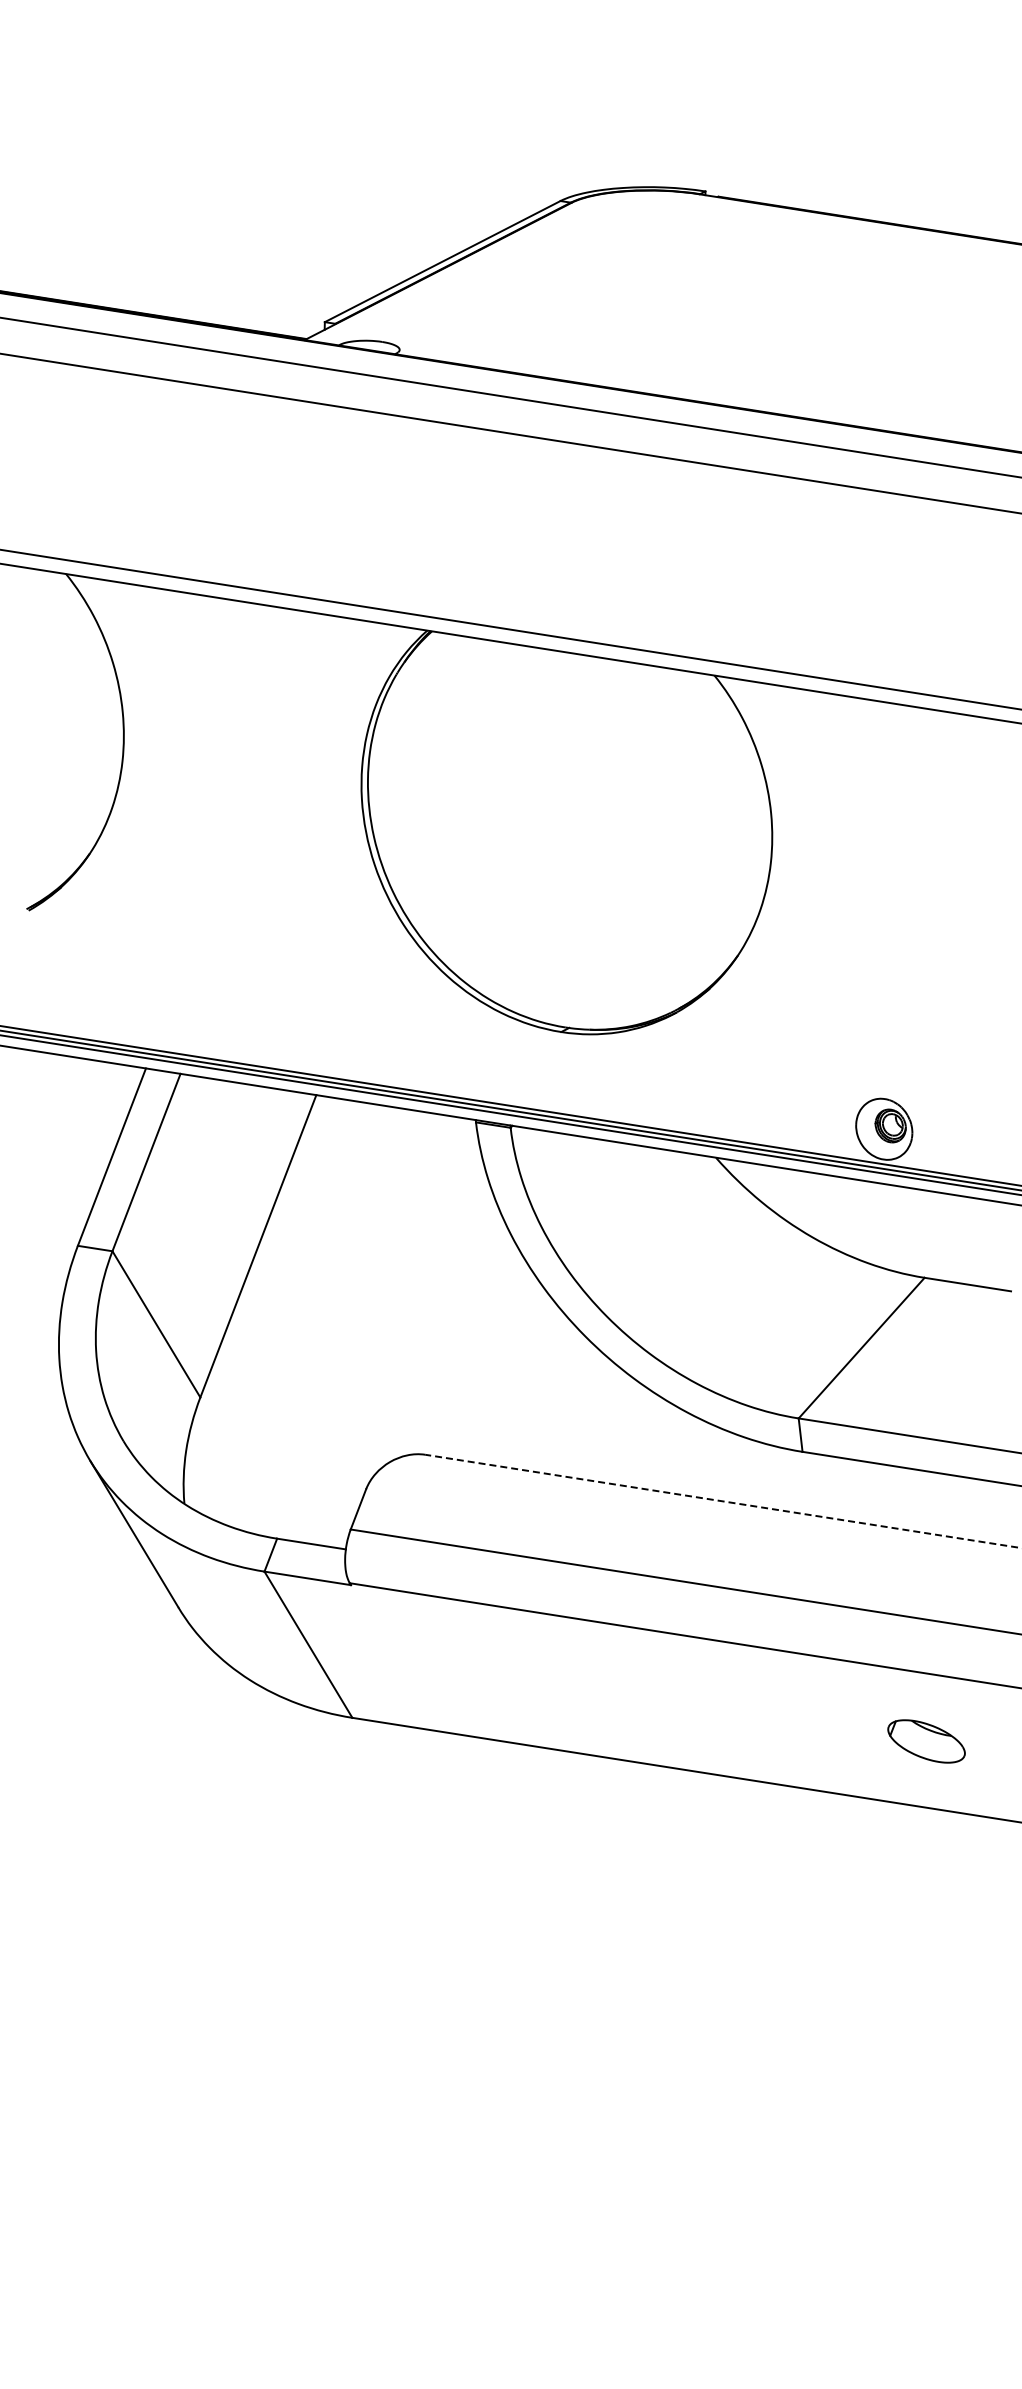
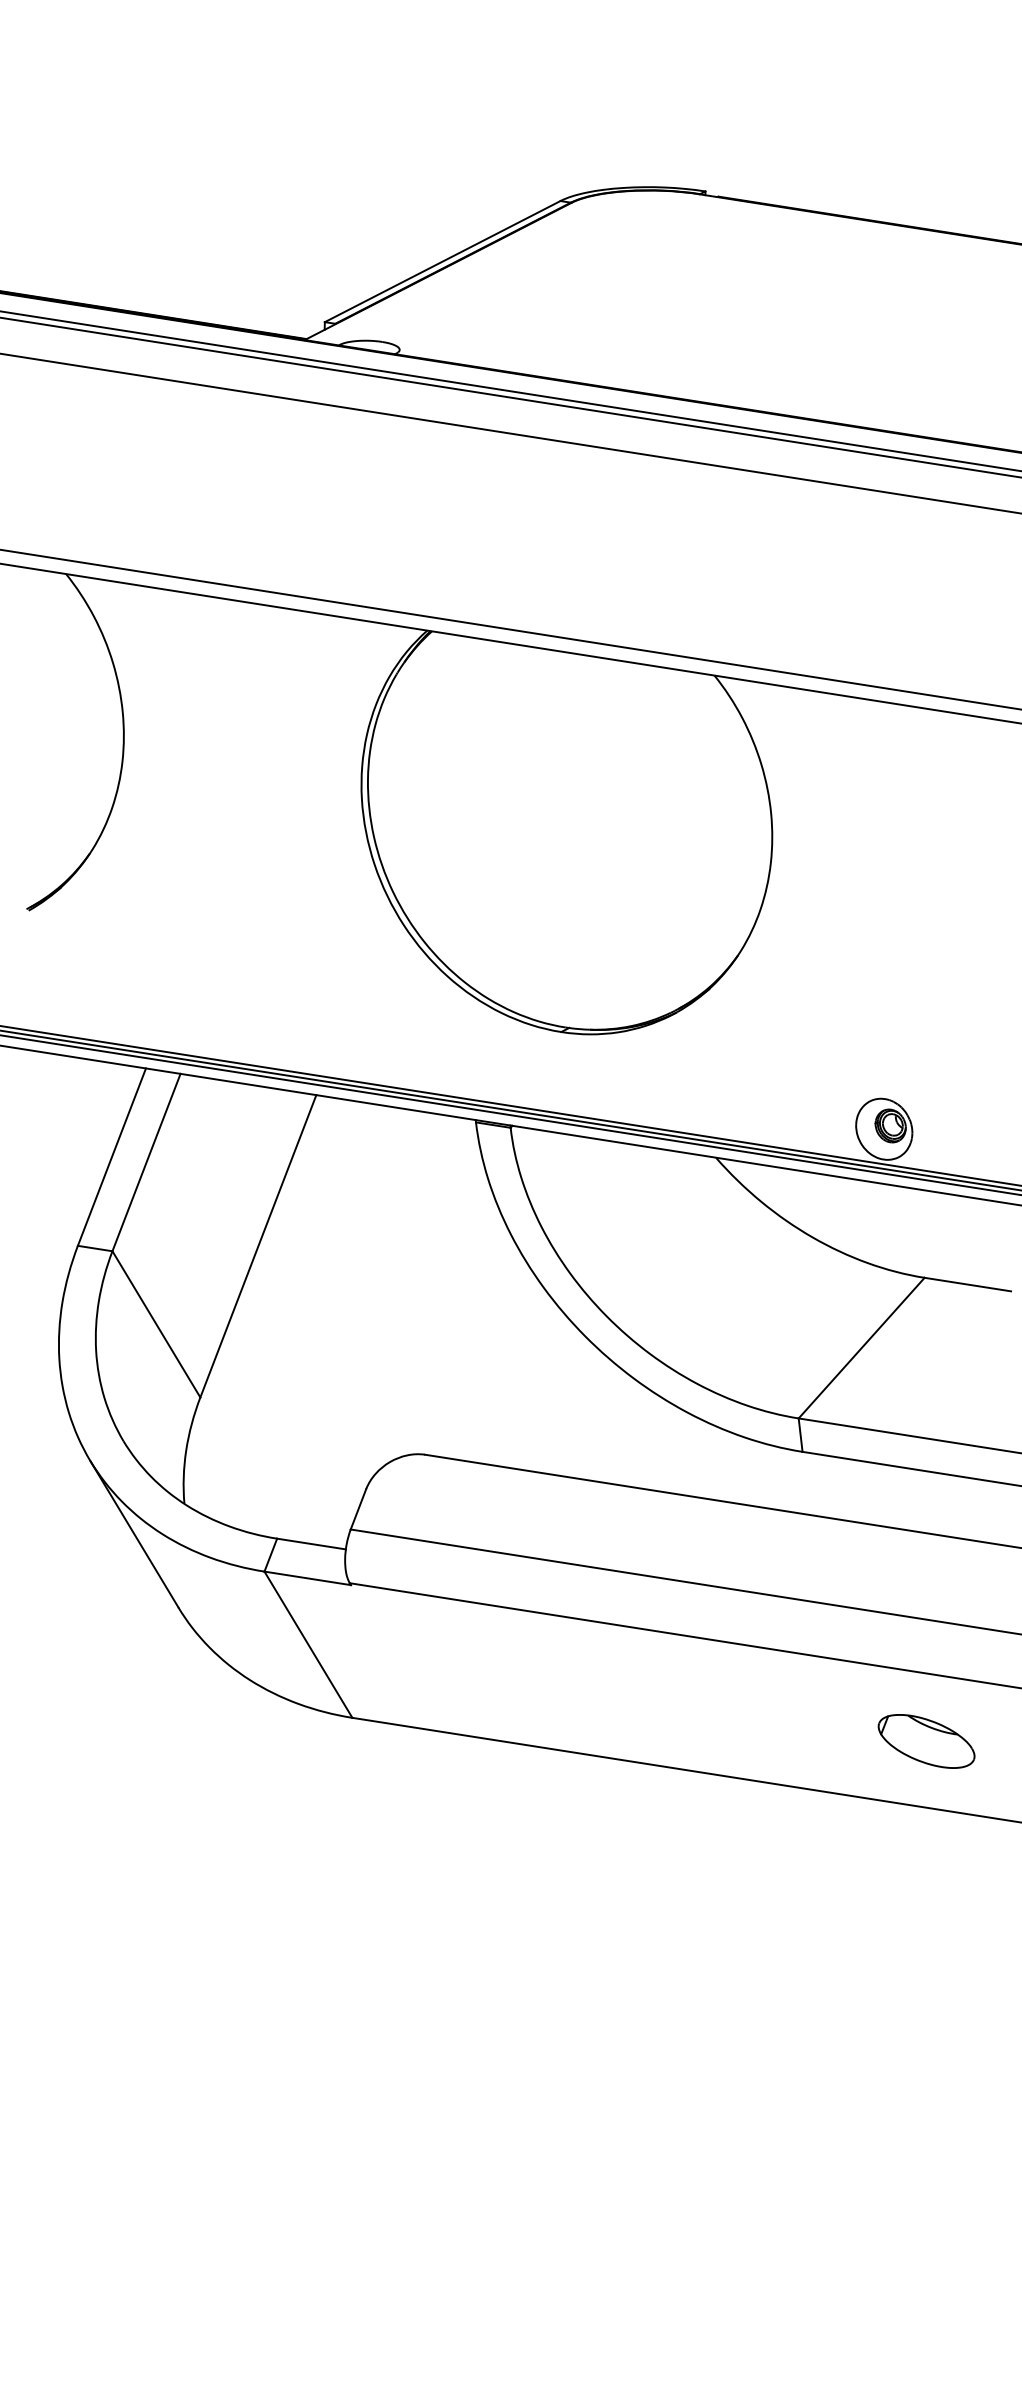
line at (510, 390): none -> present
line at (723, 1501): dashed -> solid
part at (926, 1741) size: 79x45 px -> 99x55 px
